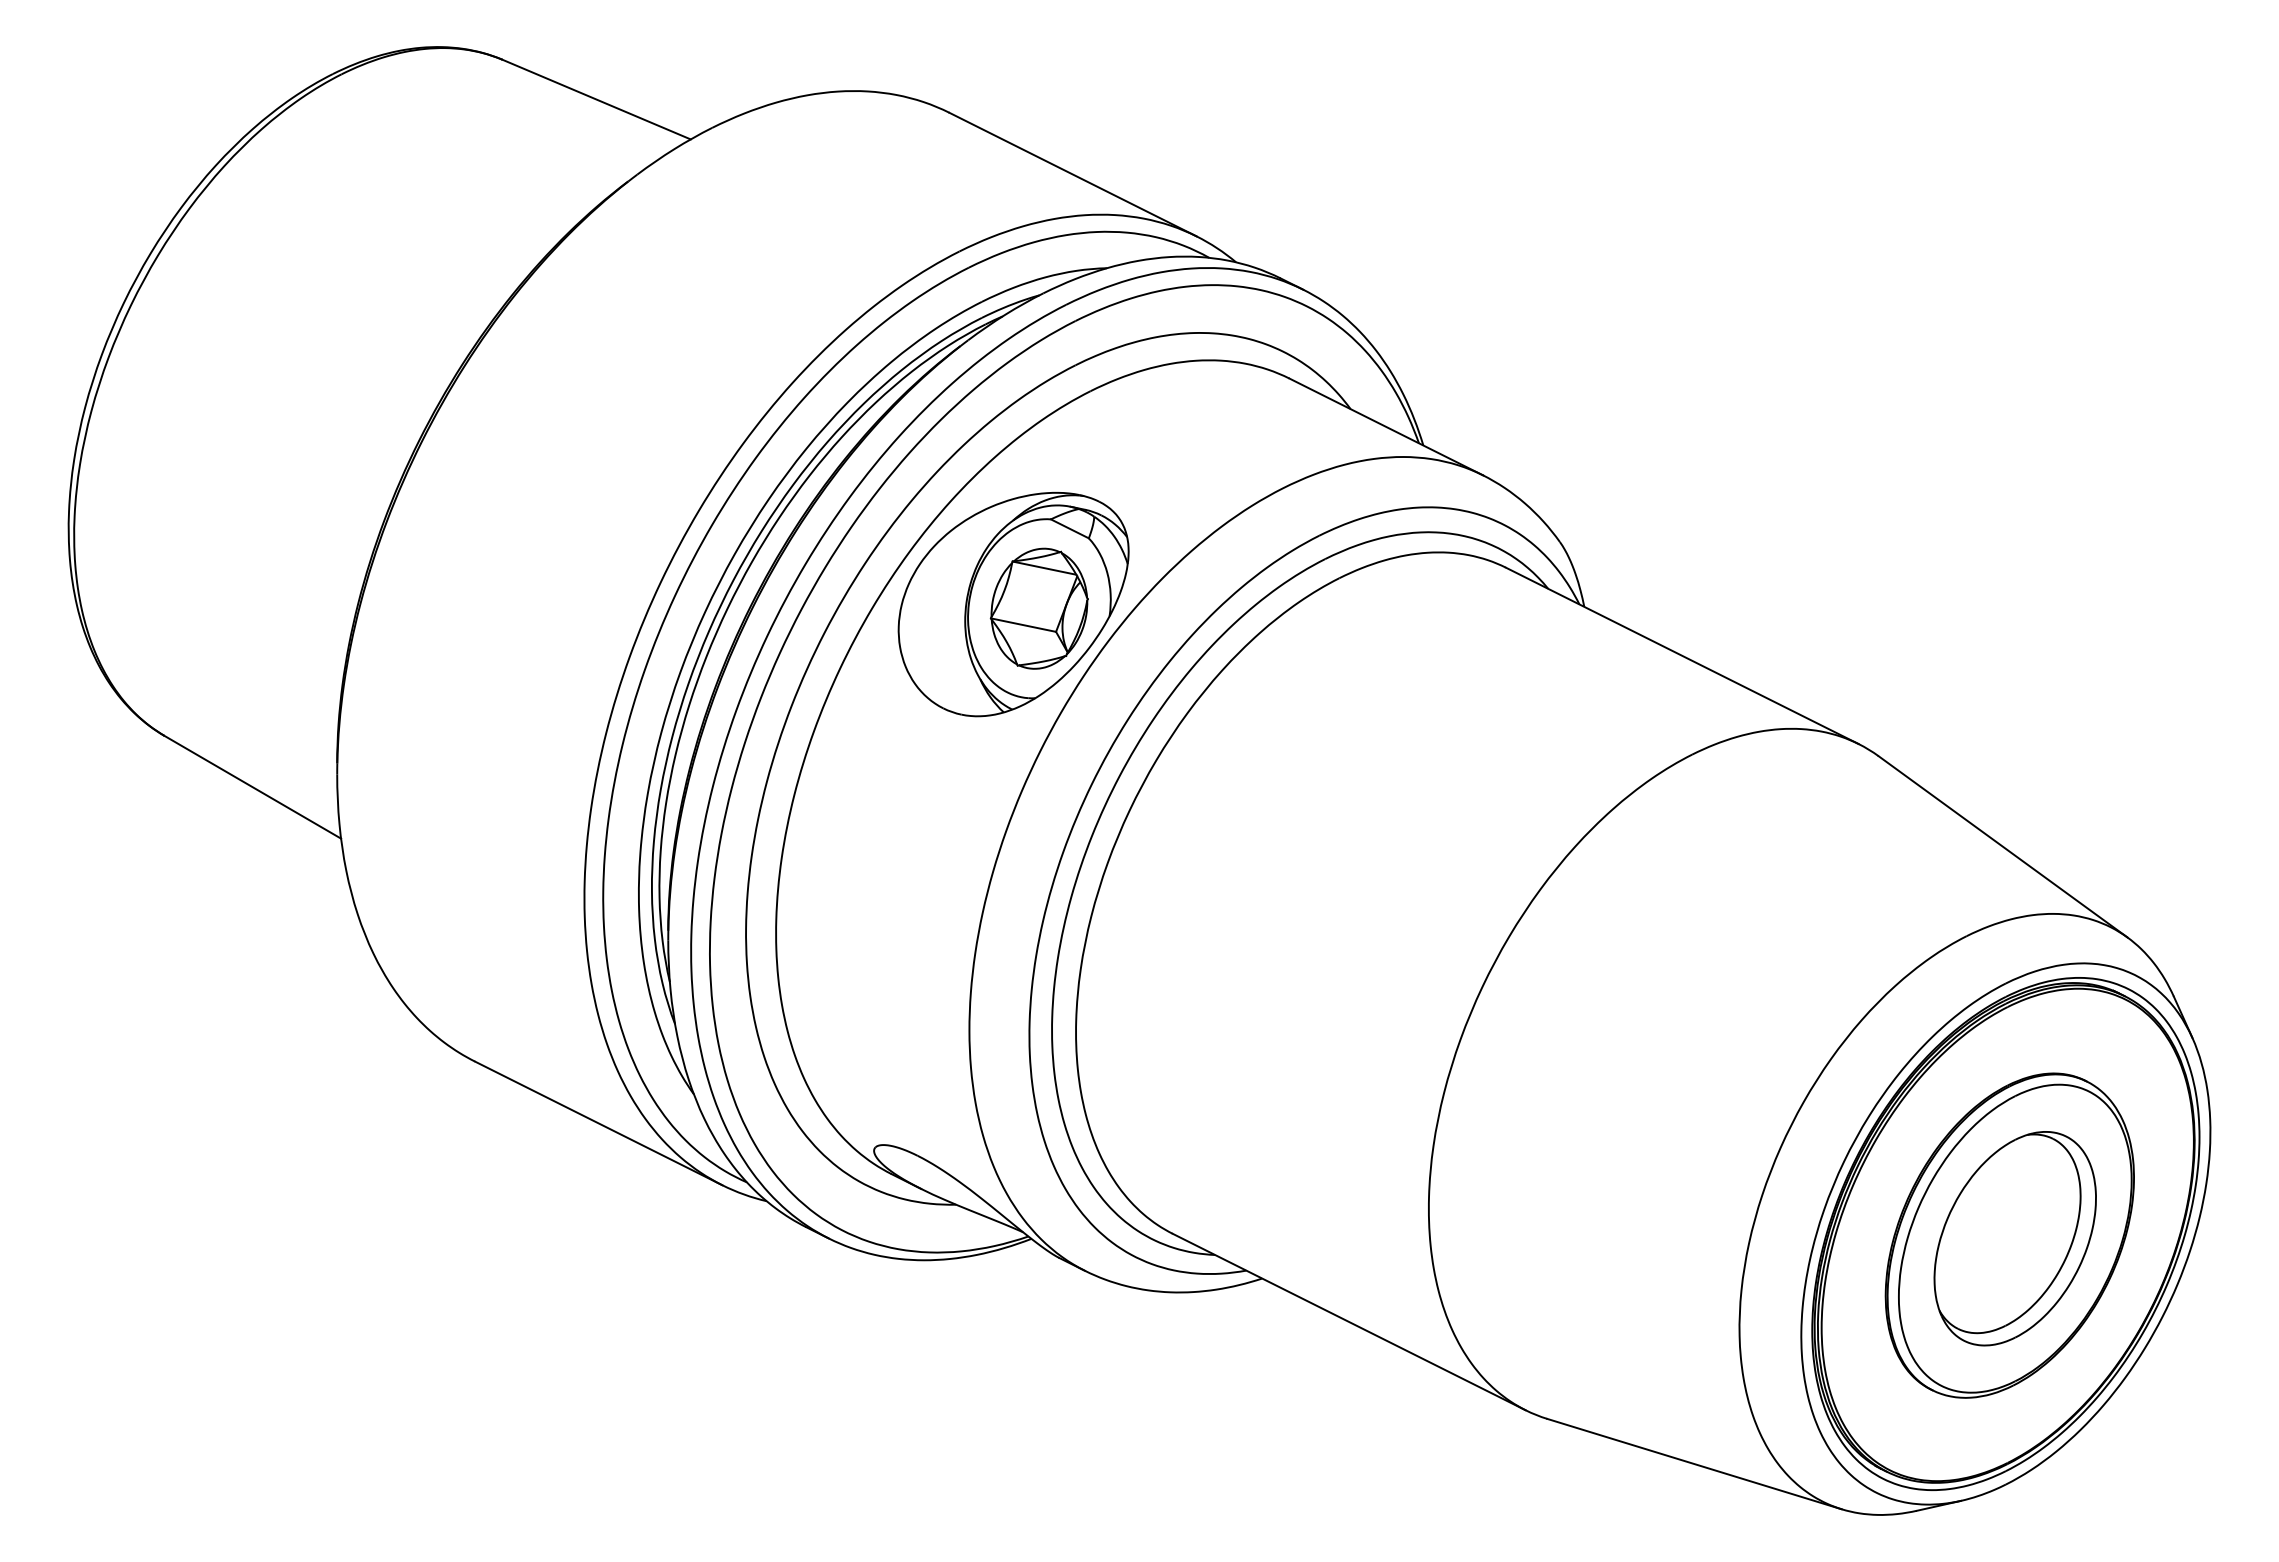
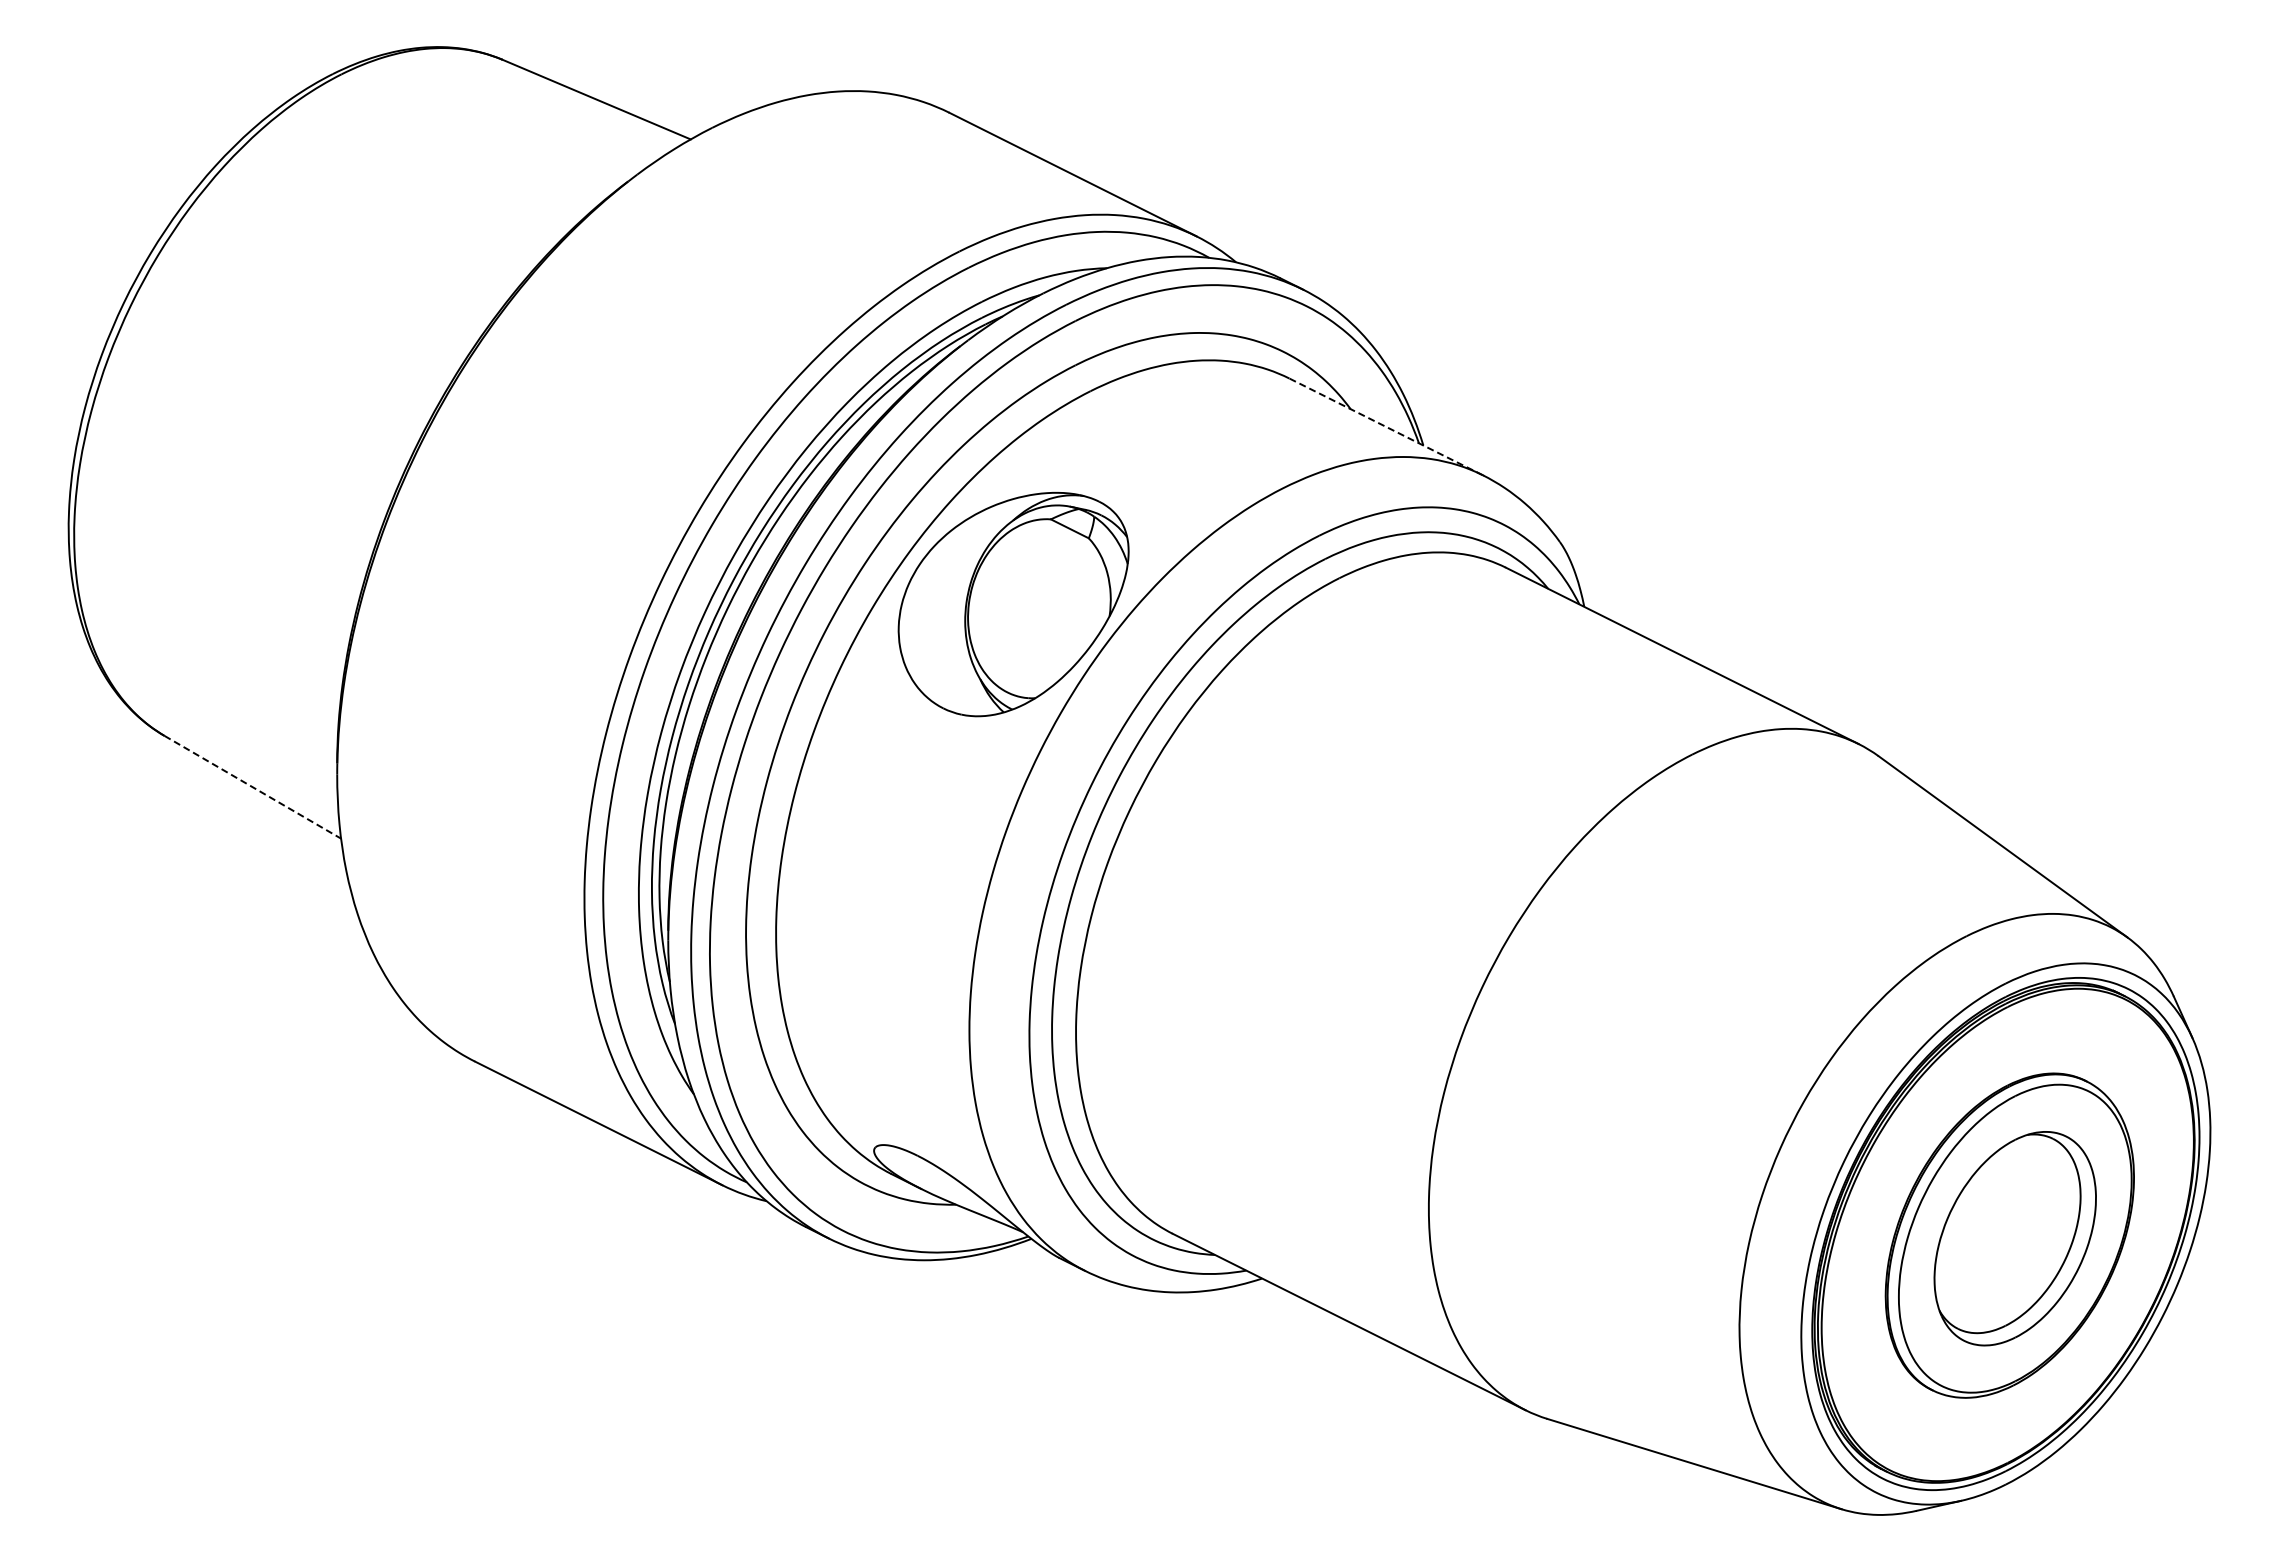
line at (1385, 426): solid -> dashed
part at (1038, 608): present -> none
line at (253, 787): solid -> dashed
